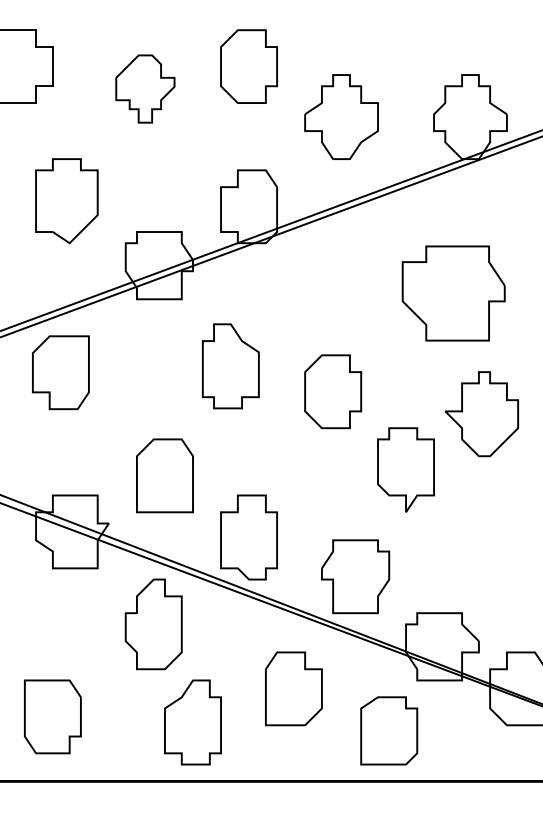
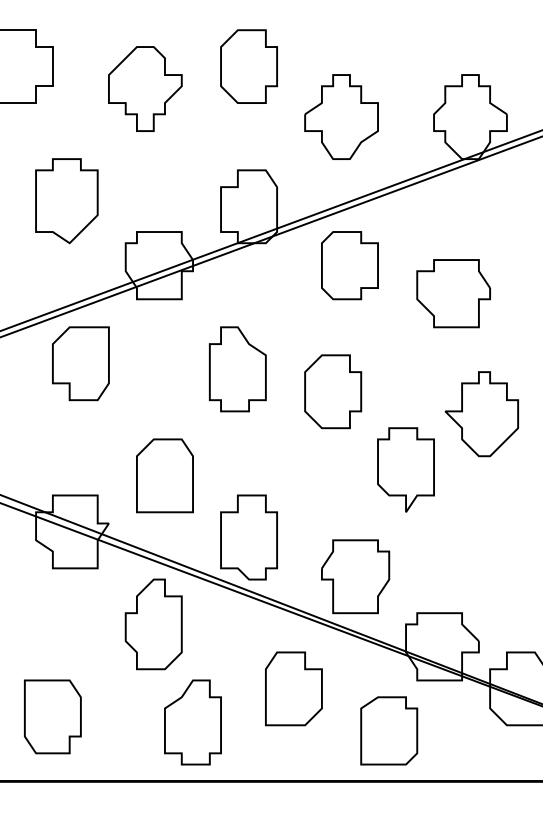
part at (145, 88) size: 61x70 px -> 75x86 px
part at (349, 265): none -> present
part at (453, 293) size: 105x97 px -> 75x70 px
part at (230, 366) position: (230, 366) -> (237, 369)
part at (60, 372) position: (60, 372) -> (80, 363)
